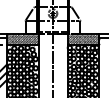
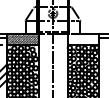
hatch at (82, 39): present -> none
